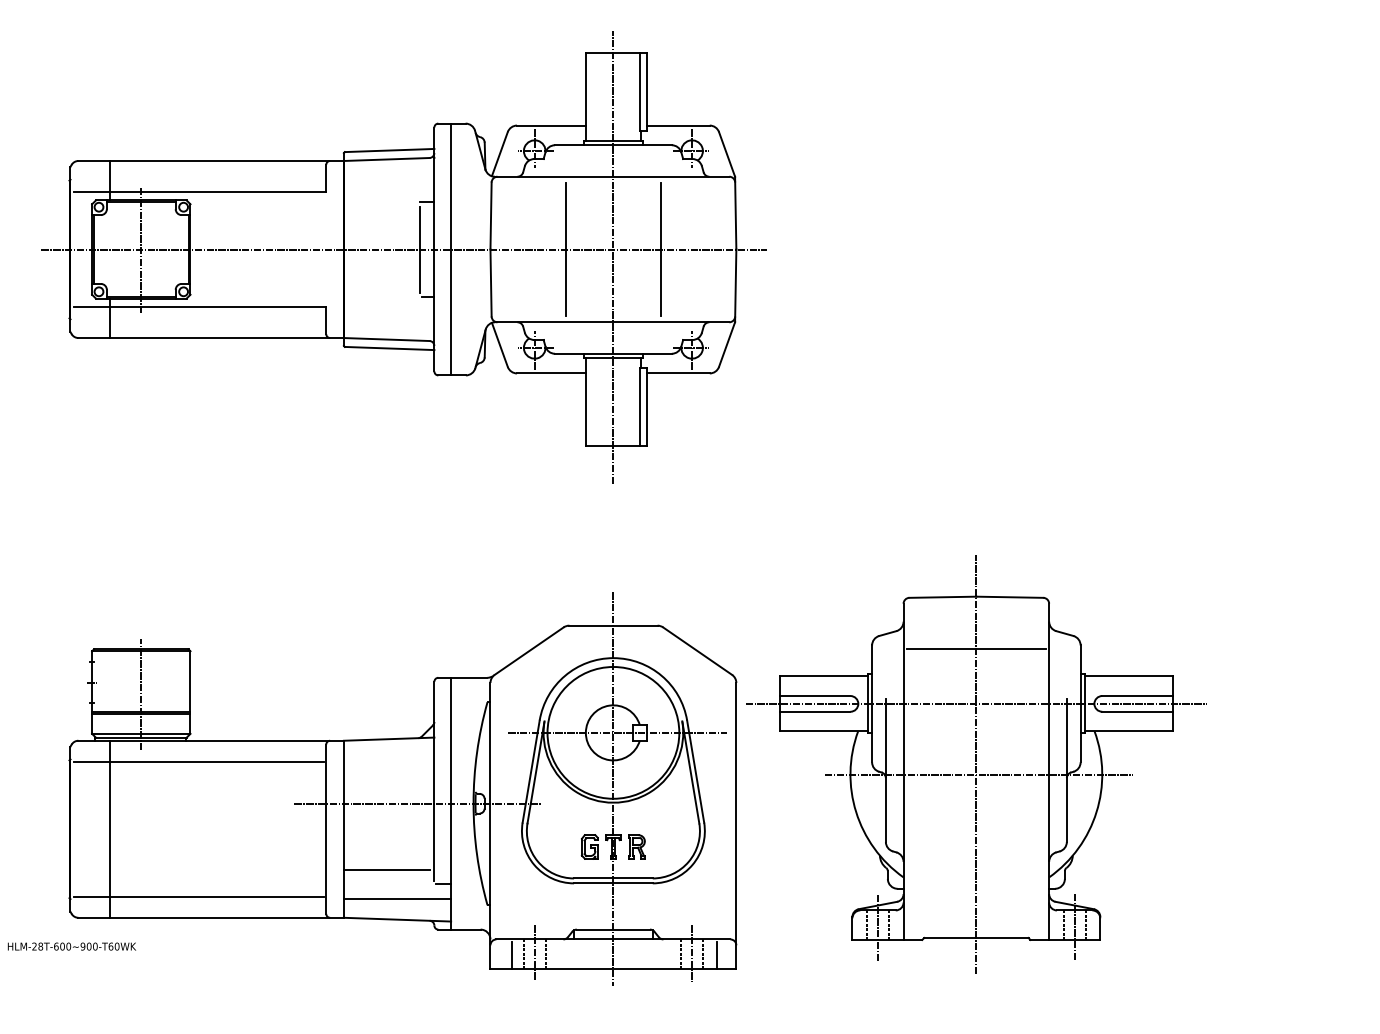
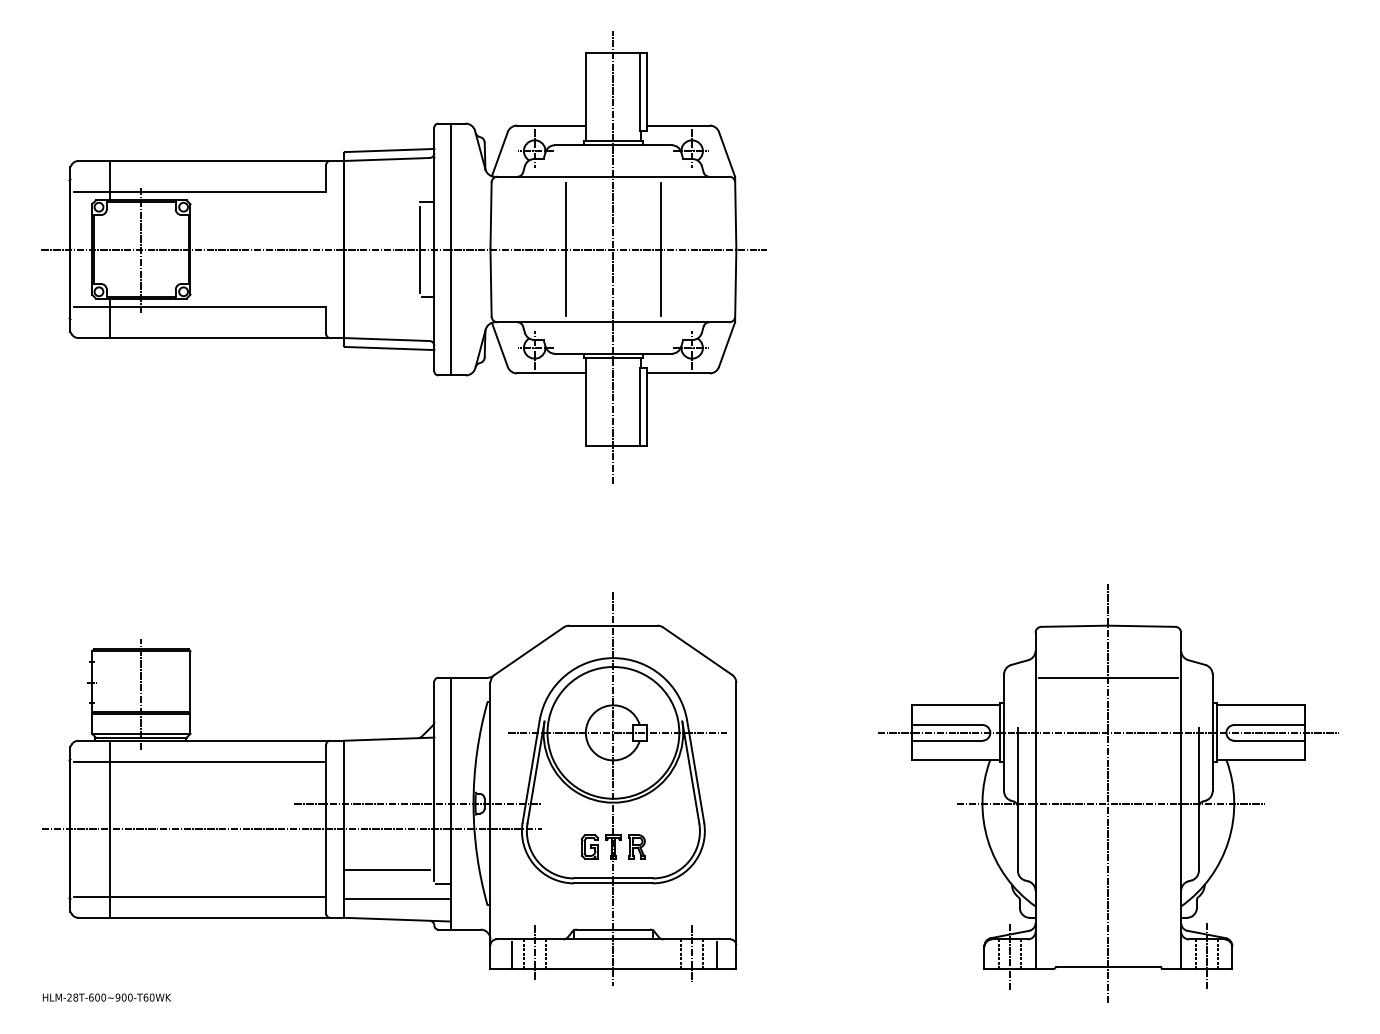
part at (976, 764) position: (976, 764) -> (1108, 793)
line at (291, 829): none -> present
text at (71, 946) position: (71, 946) -> (106, 997)
